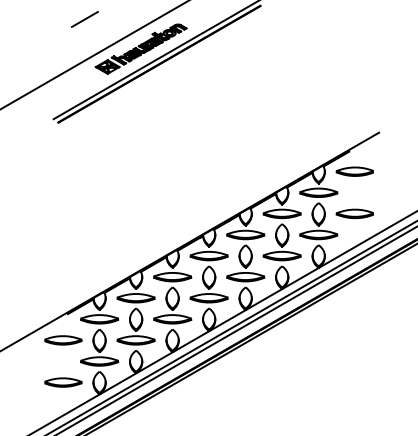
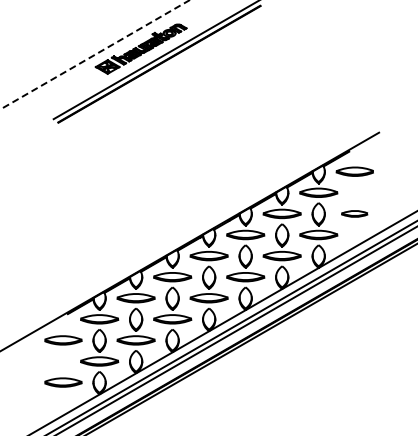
line at (84, 18): present -> none
line at (95, 54): solid -> dashed
part at (354, 213) size: 39x12 px -> 28x8 px
